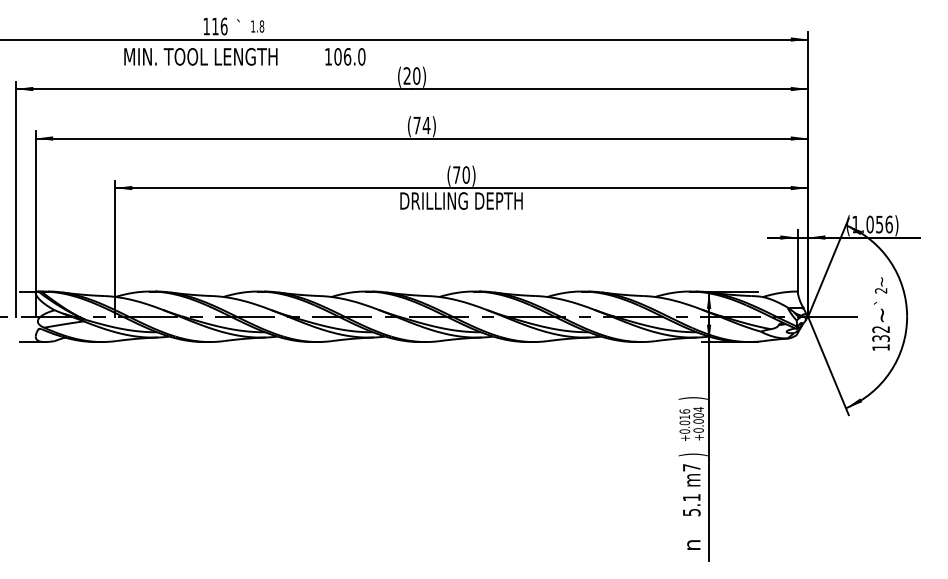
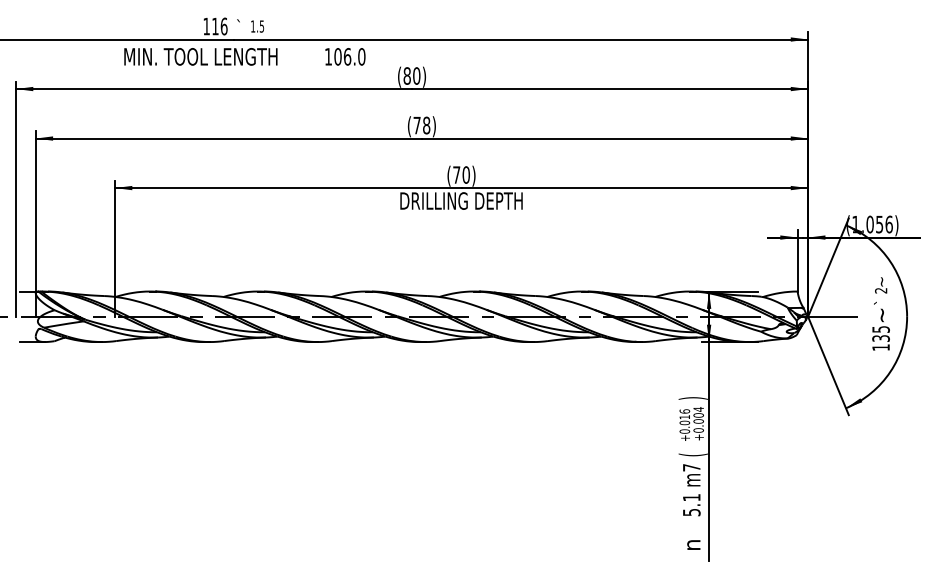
text at (261, 26): 1.8 -> 1.5
text at (406, 75): (20) -> (80)
text at (426, 125): (74) -> (78)
text at (880, 329): 132 -> 135
text at (692, 454): ) -> (
